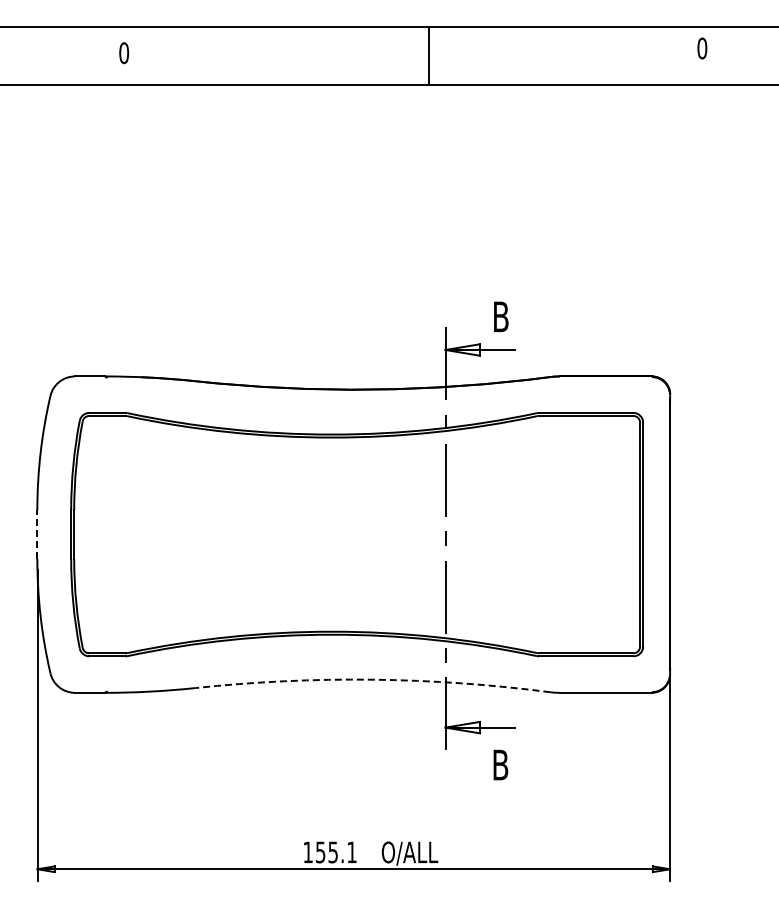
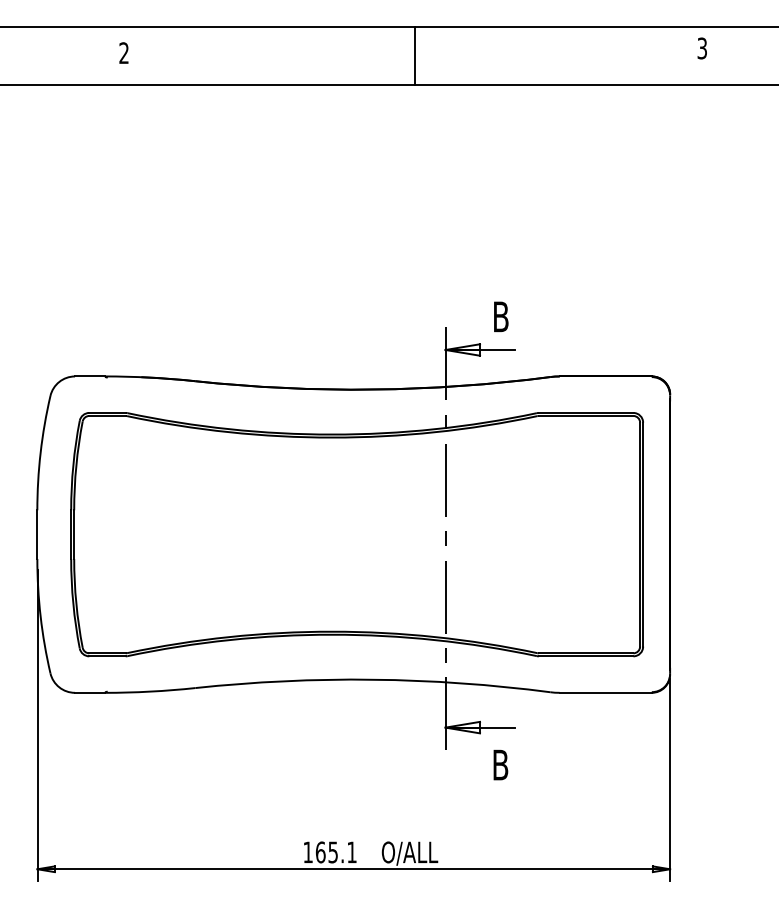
text at (702, 48): 0 -> 3
text at (124, 53): 0 -> 2
line at (428, 55) position: (428, 55) -> (414, 55)
line at (37, 534): dashed -> solid
arc at (373, 679): dashed -> solid
text at (320, 852): 155.1 -> 165.1
